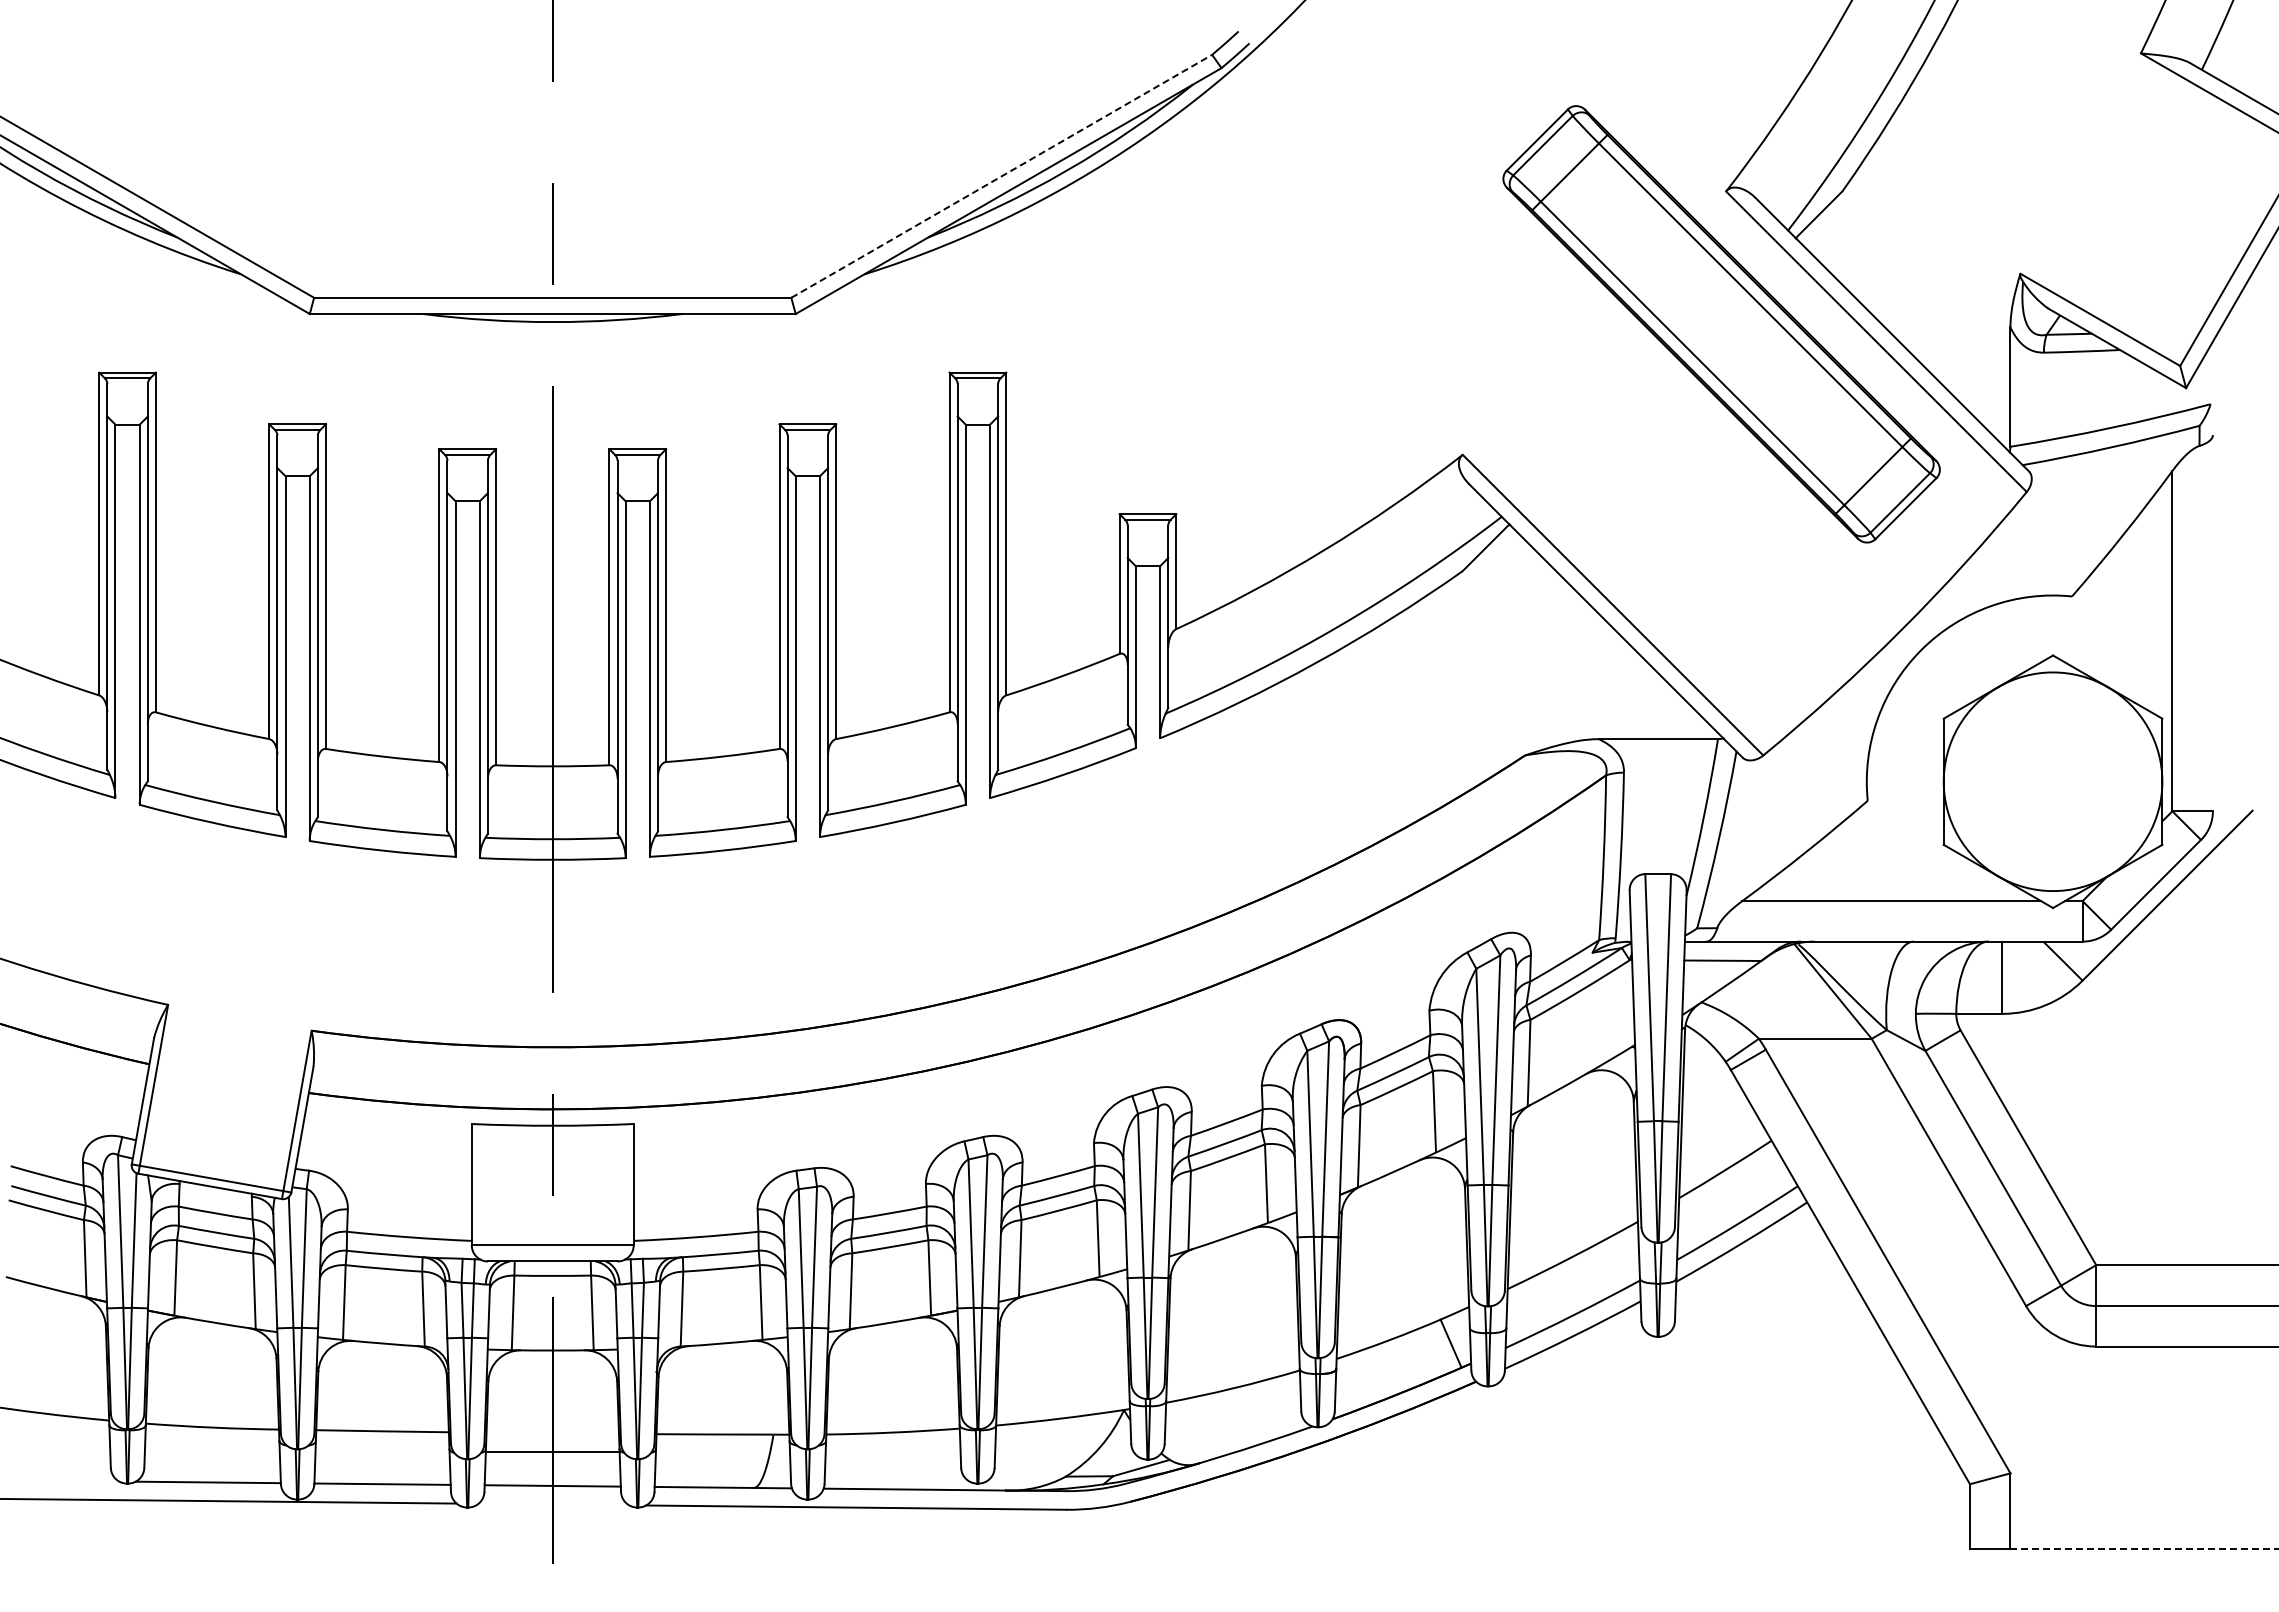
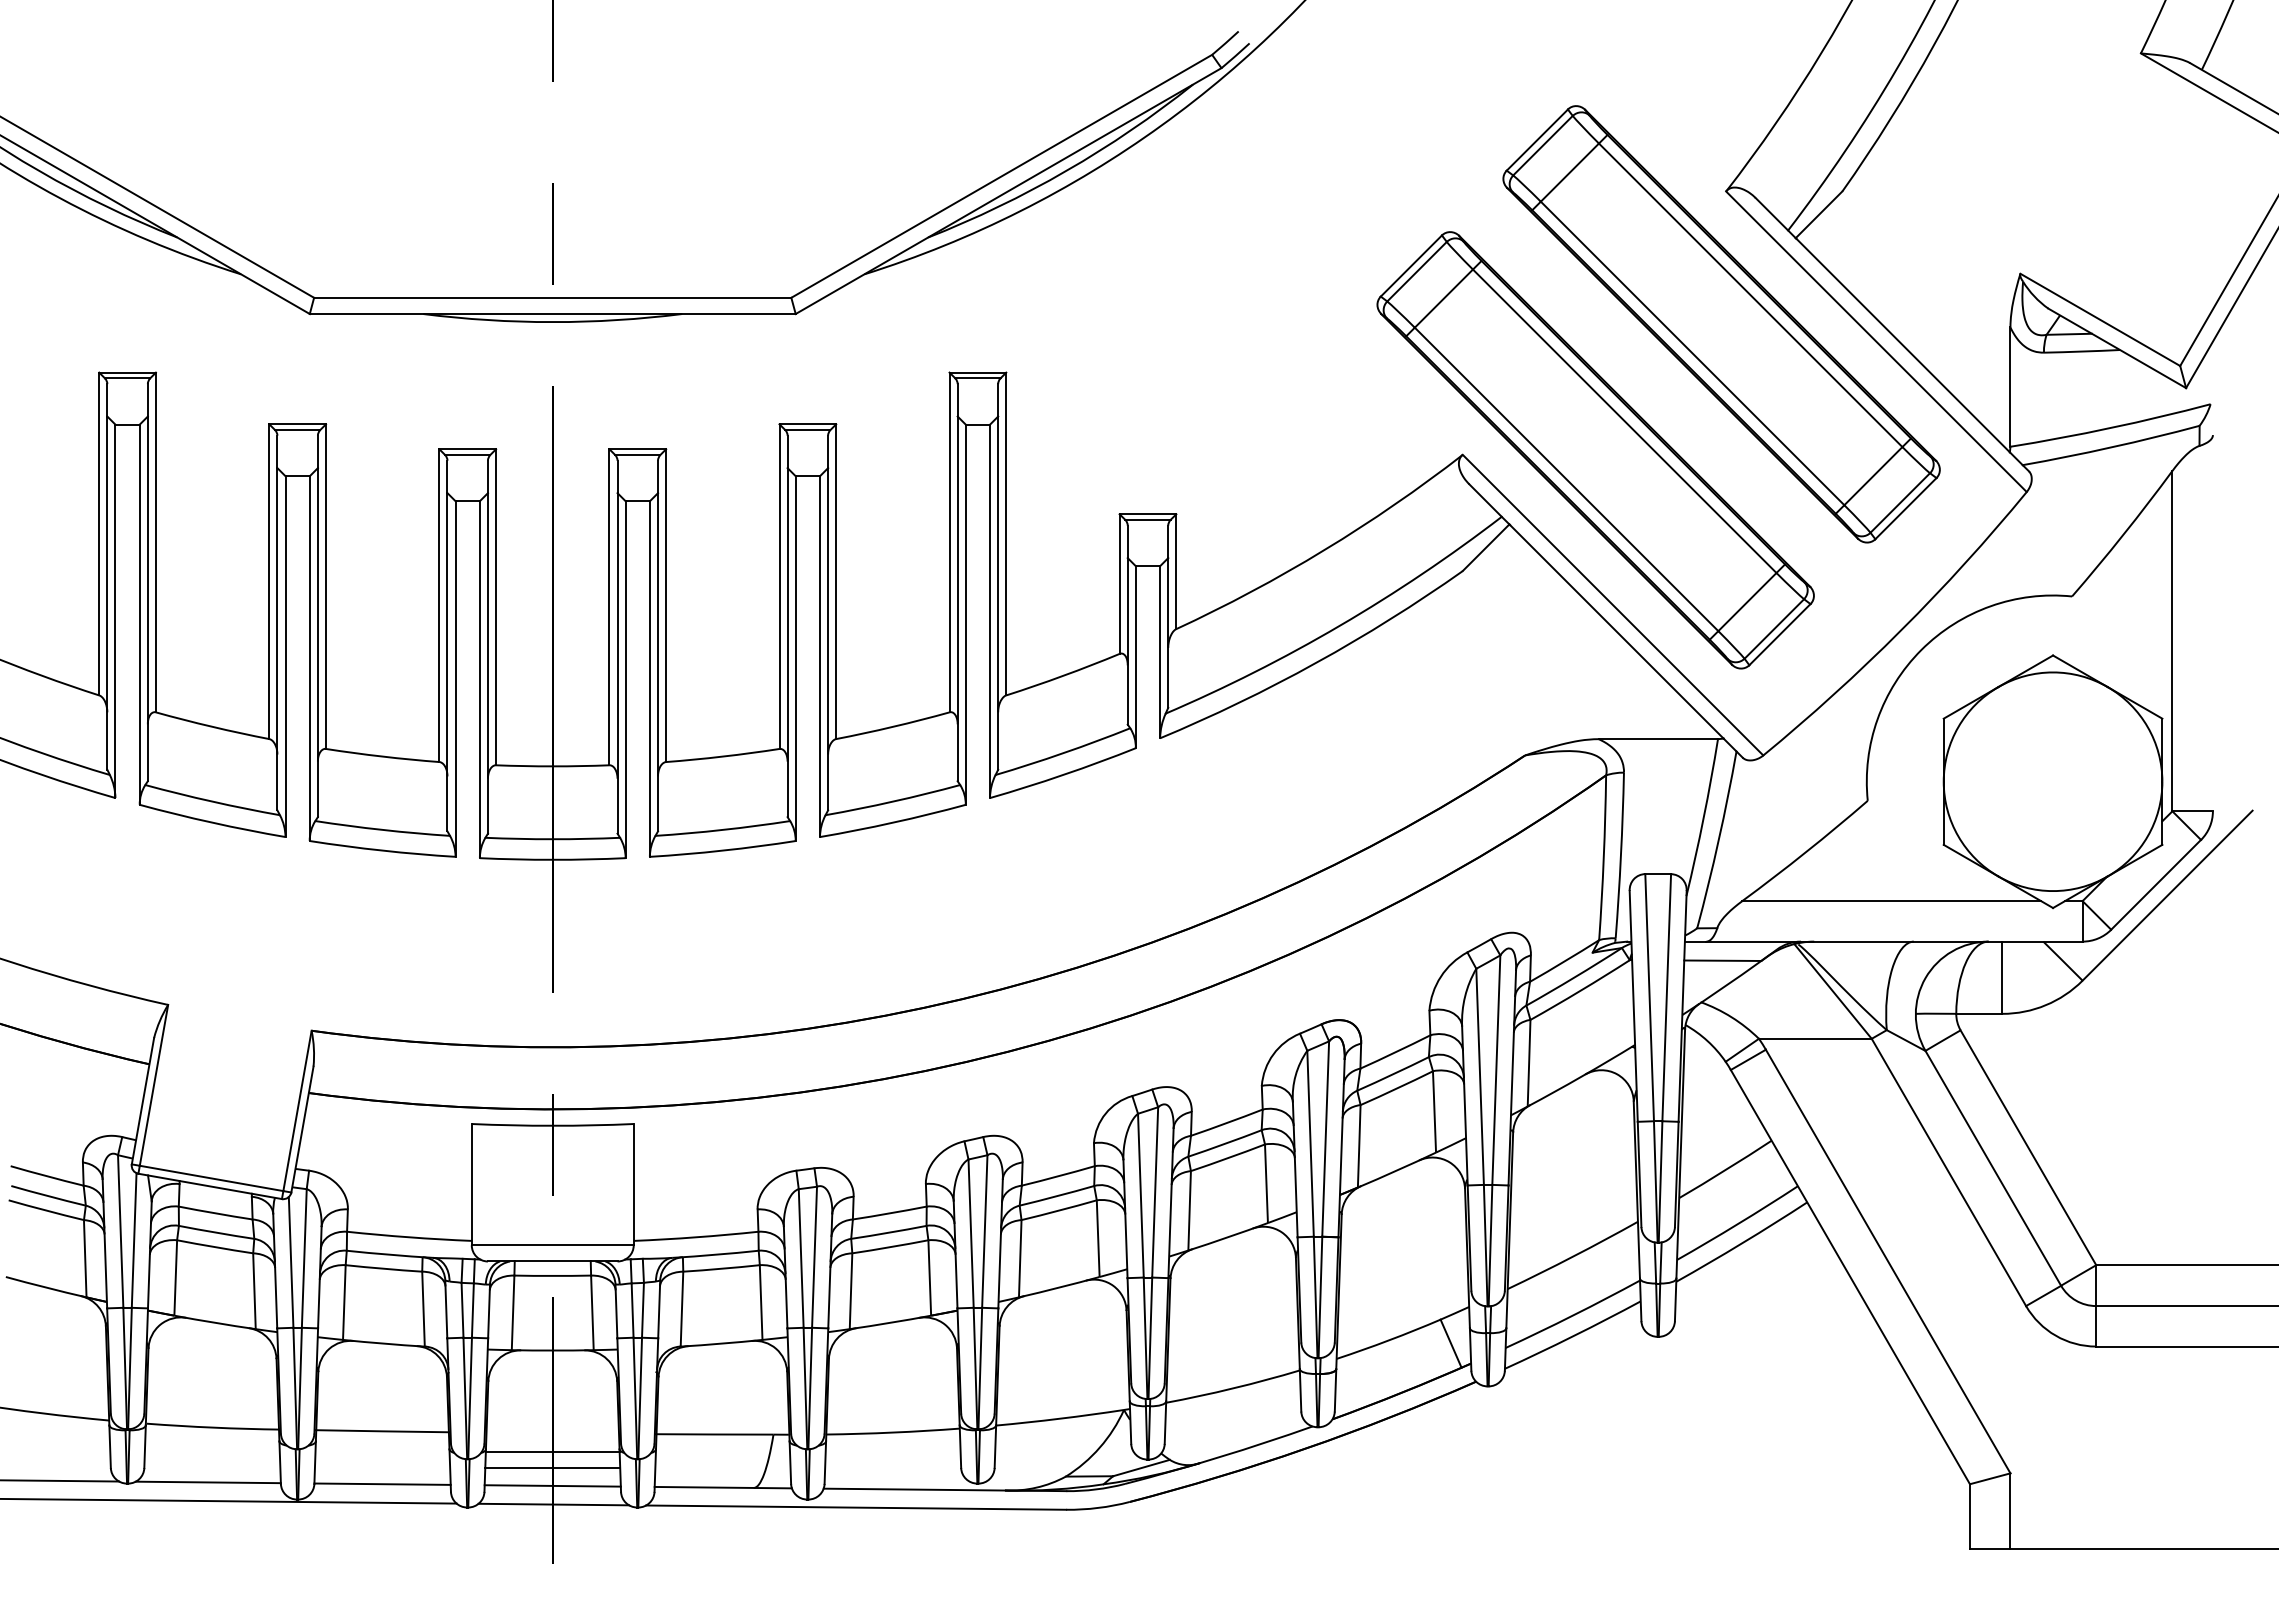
line at (1001, 176): dashed -> solid
part at (1595, 450): none -> present
line at (552, 1468): none -> present
line at (60, 1480): none -> present
line at (553, 1504): none -> present
line at (2144, 1549): dashed -> solid
